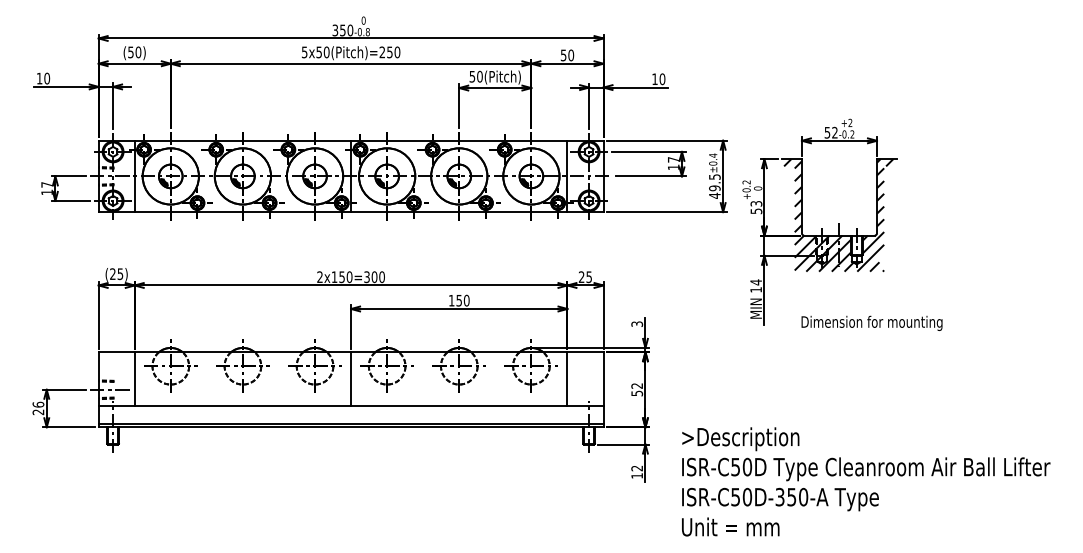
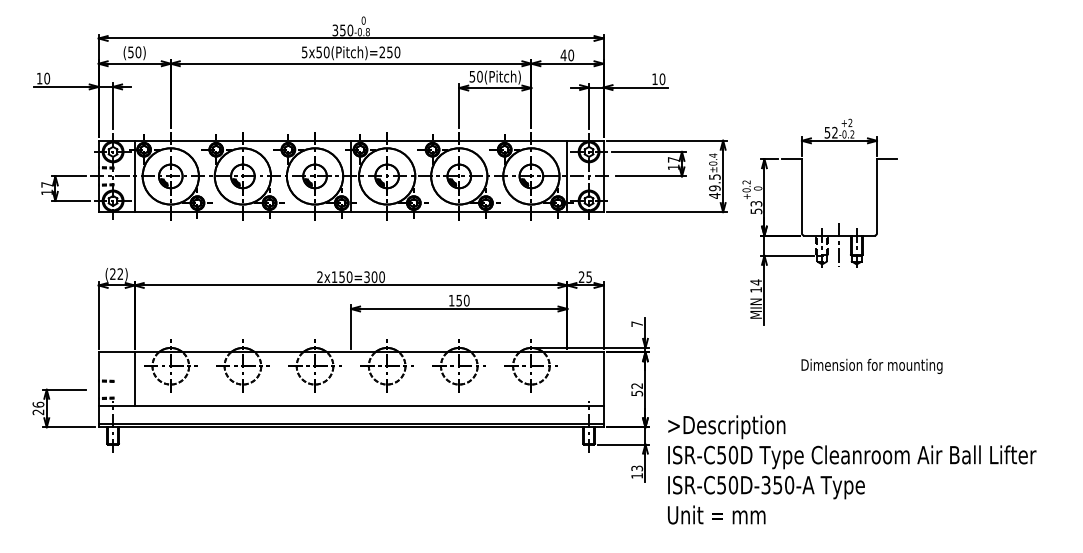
text at (563, 55): 50 -> 40
hatch at (838, 215): present -> none
text at (120, 274): (25) -> (22)
text at (871, 322) position: (871, 322) -> (871, 365)
text at (637, 323): 3 -> 7
line at (351, 378): present -> none
line at (567, 378): present -> none
line at (110, 389): present -> none
text at (637, 468): 12 -> 13
text at (866, 481) position: (866, 481) -> (852, 469)
